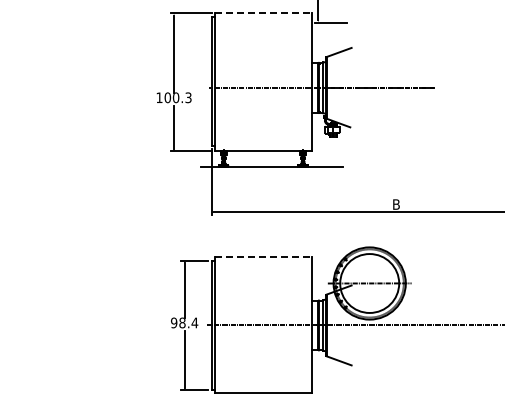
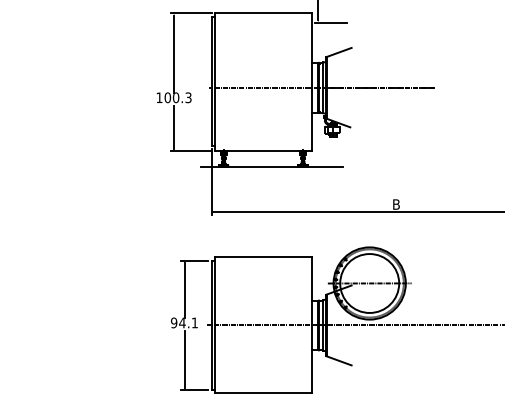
line at (263, 13): dashed -> solid
line at (263, 257): dashed -> solid
text at (188, 322): 98.4 -> 94.1
